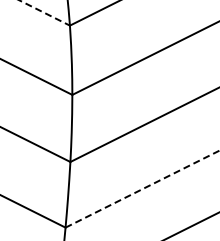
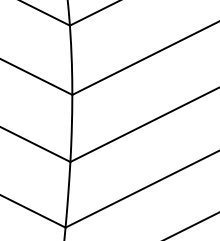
line at (44, 13): dashed -> solid
line at (142, 189): dashed -> solid
